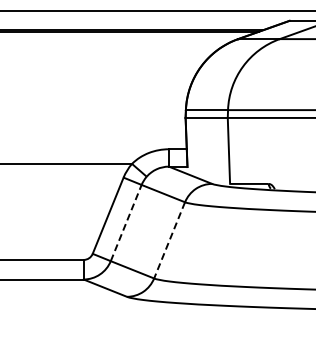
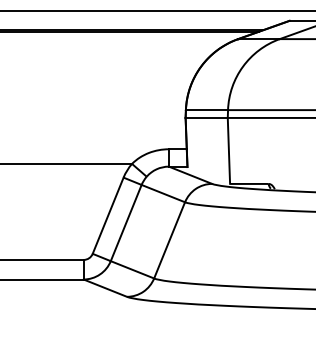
line at (126, 222): dashed -> solid
line at (169, 240): dashed -> solid
